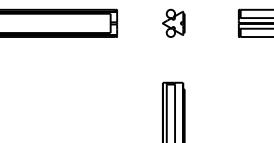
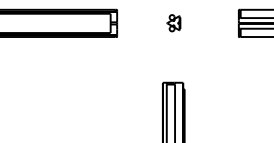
part at (173, 22) size: 24x30 px -> 16x19 px
